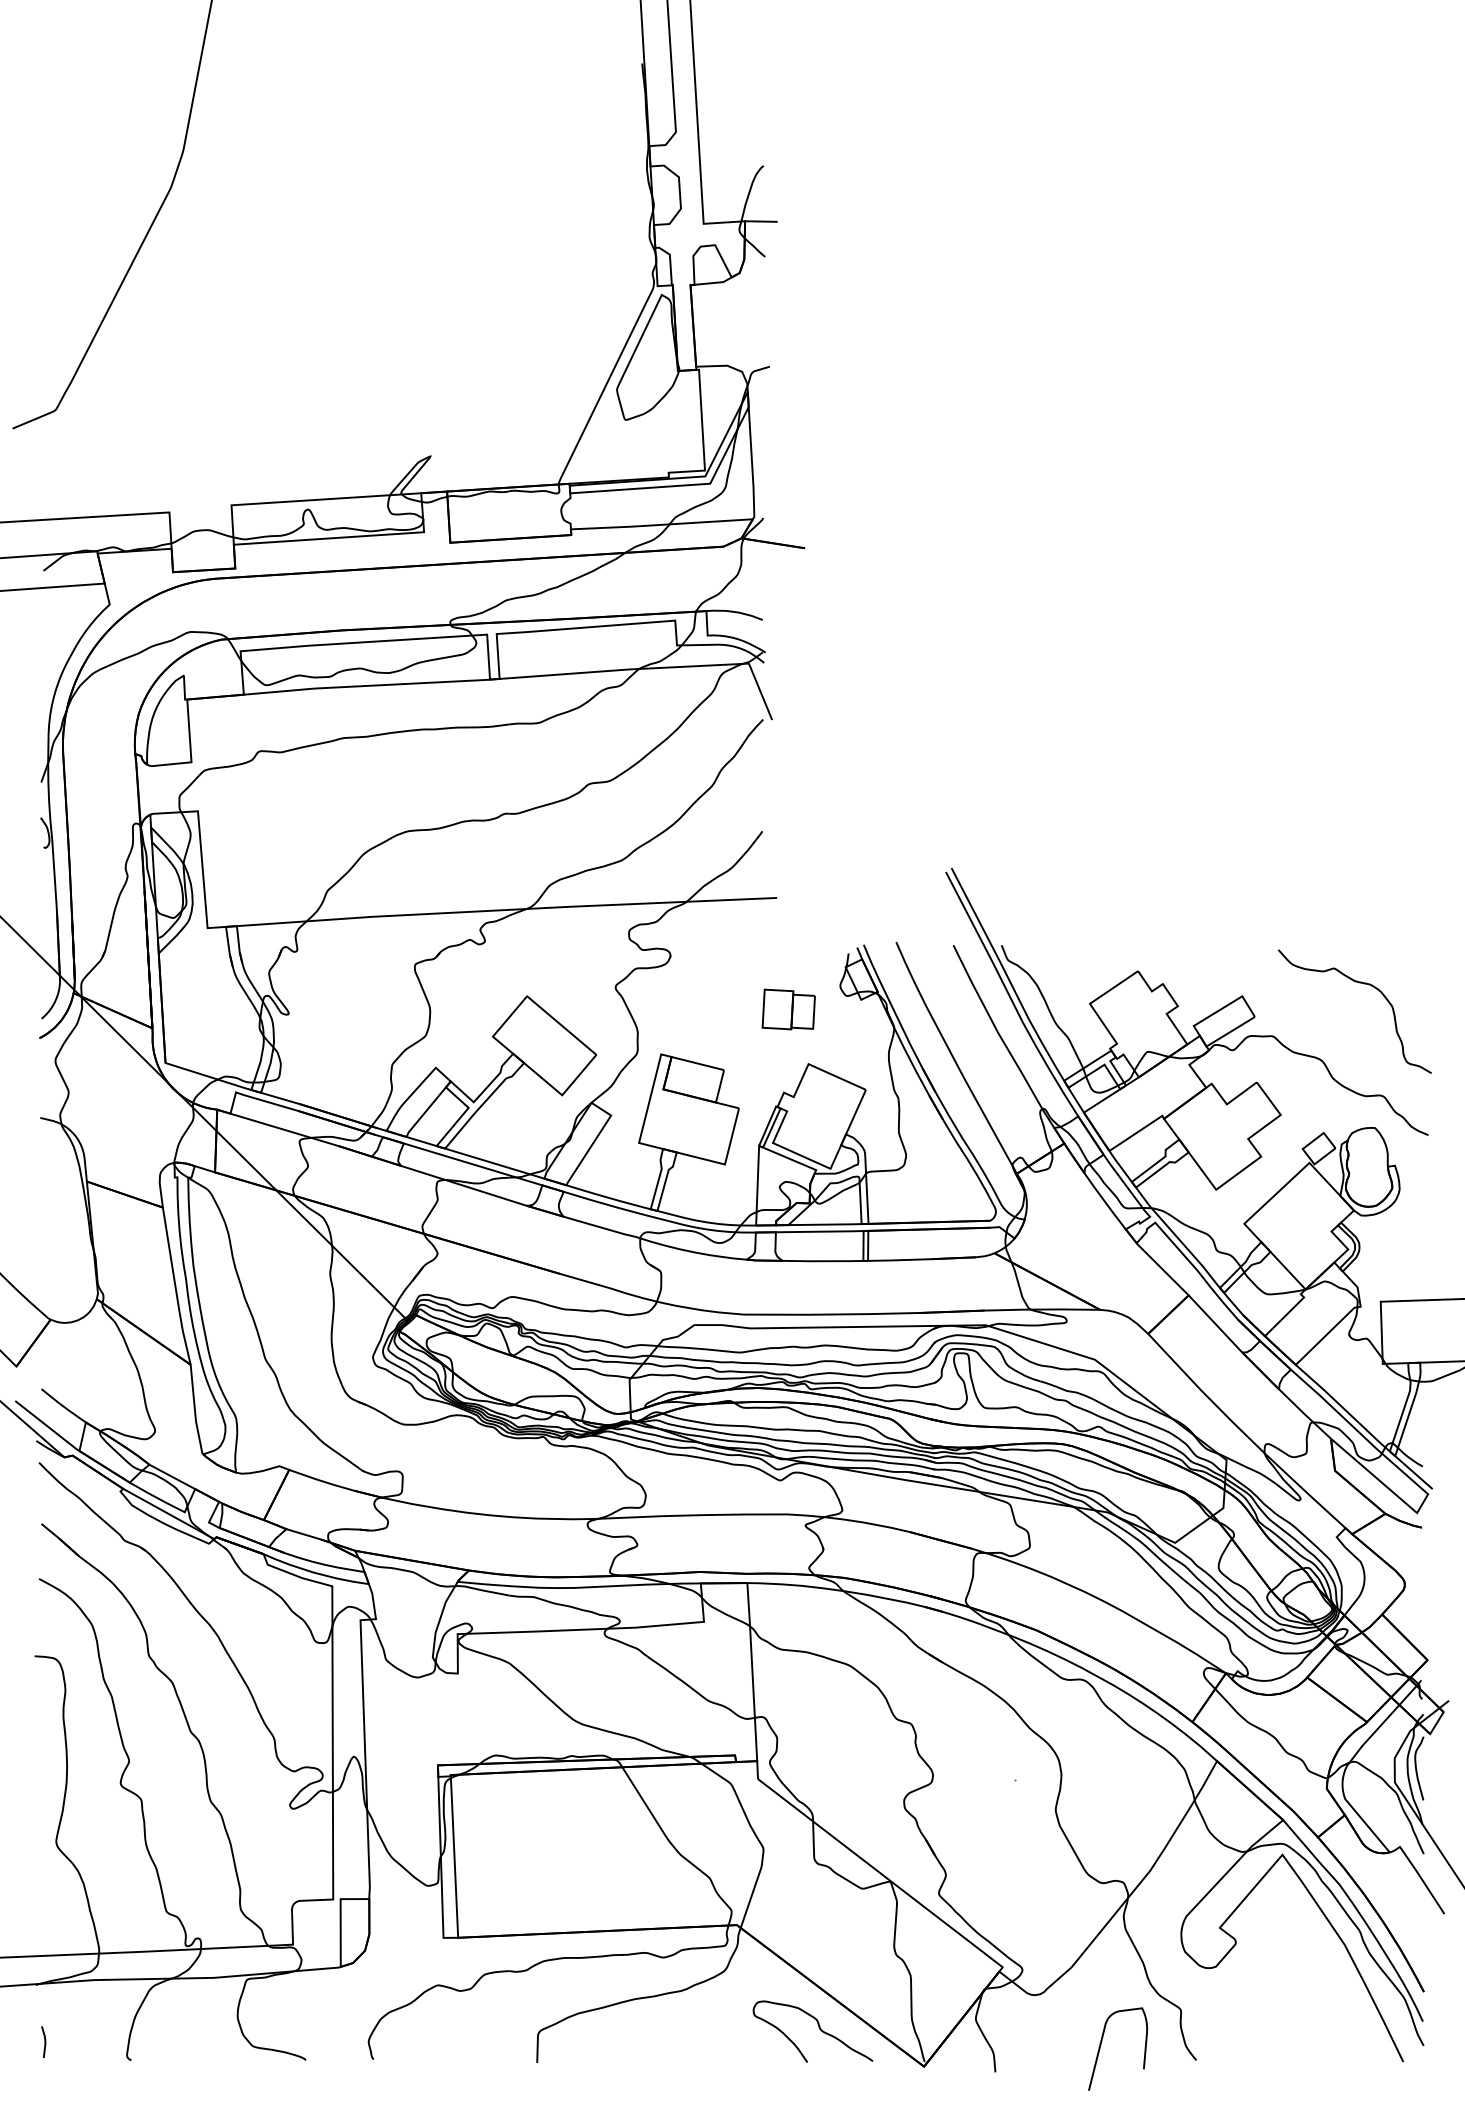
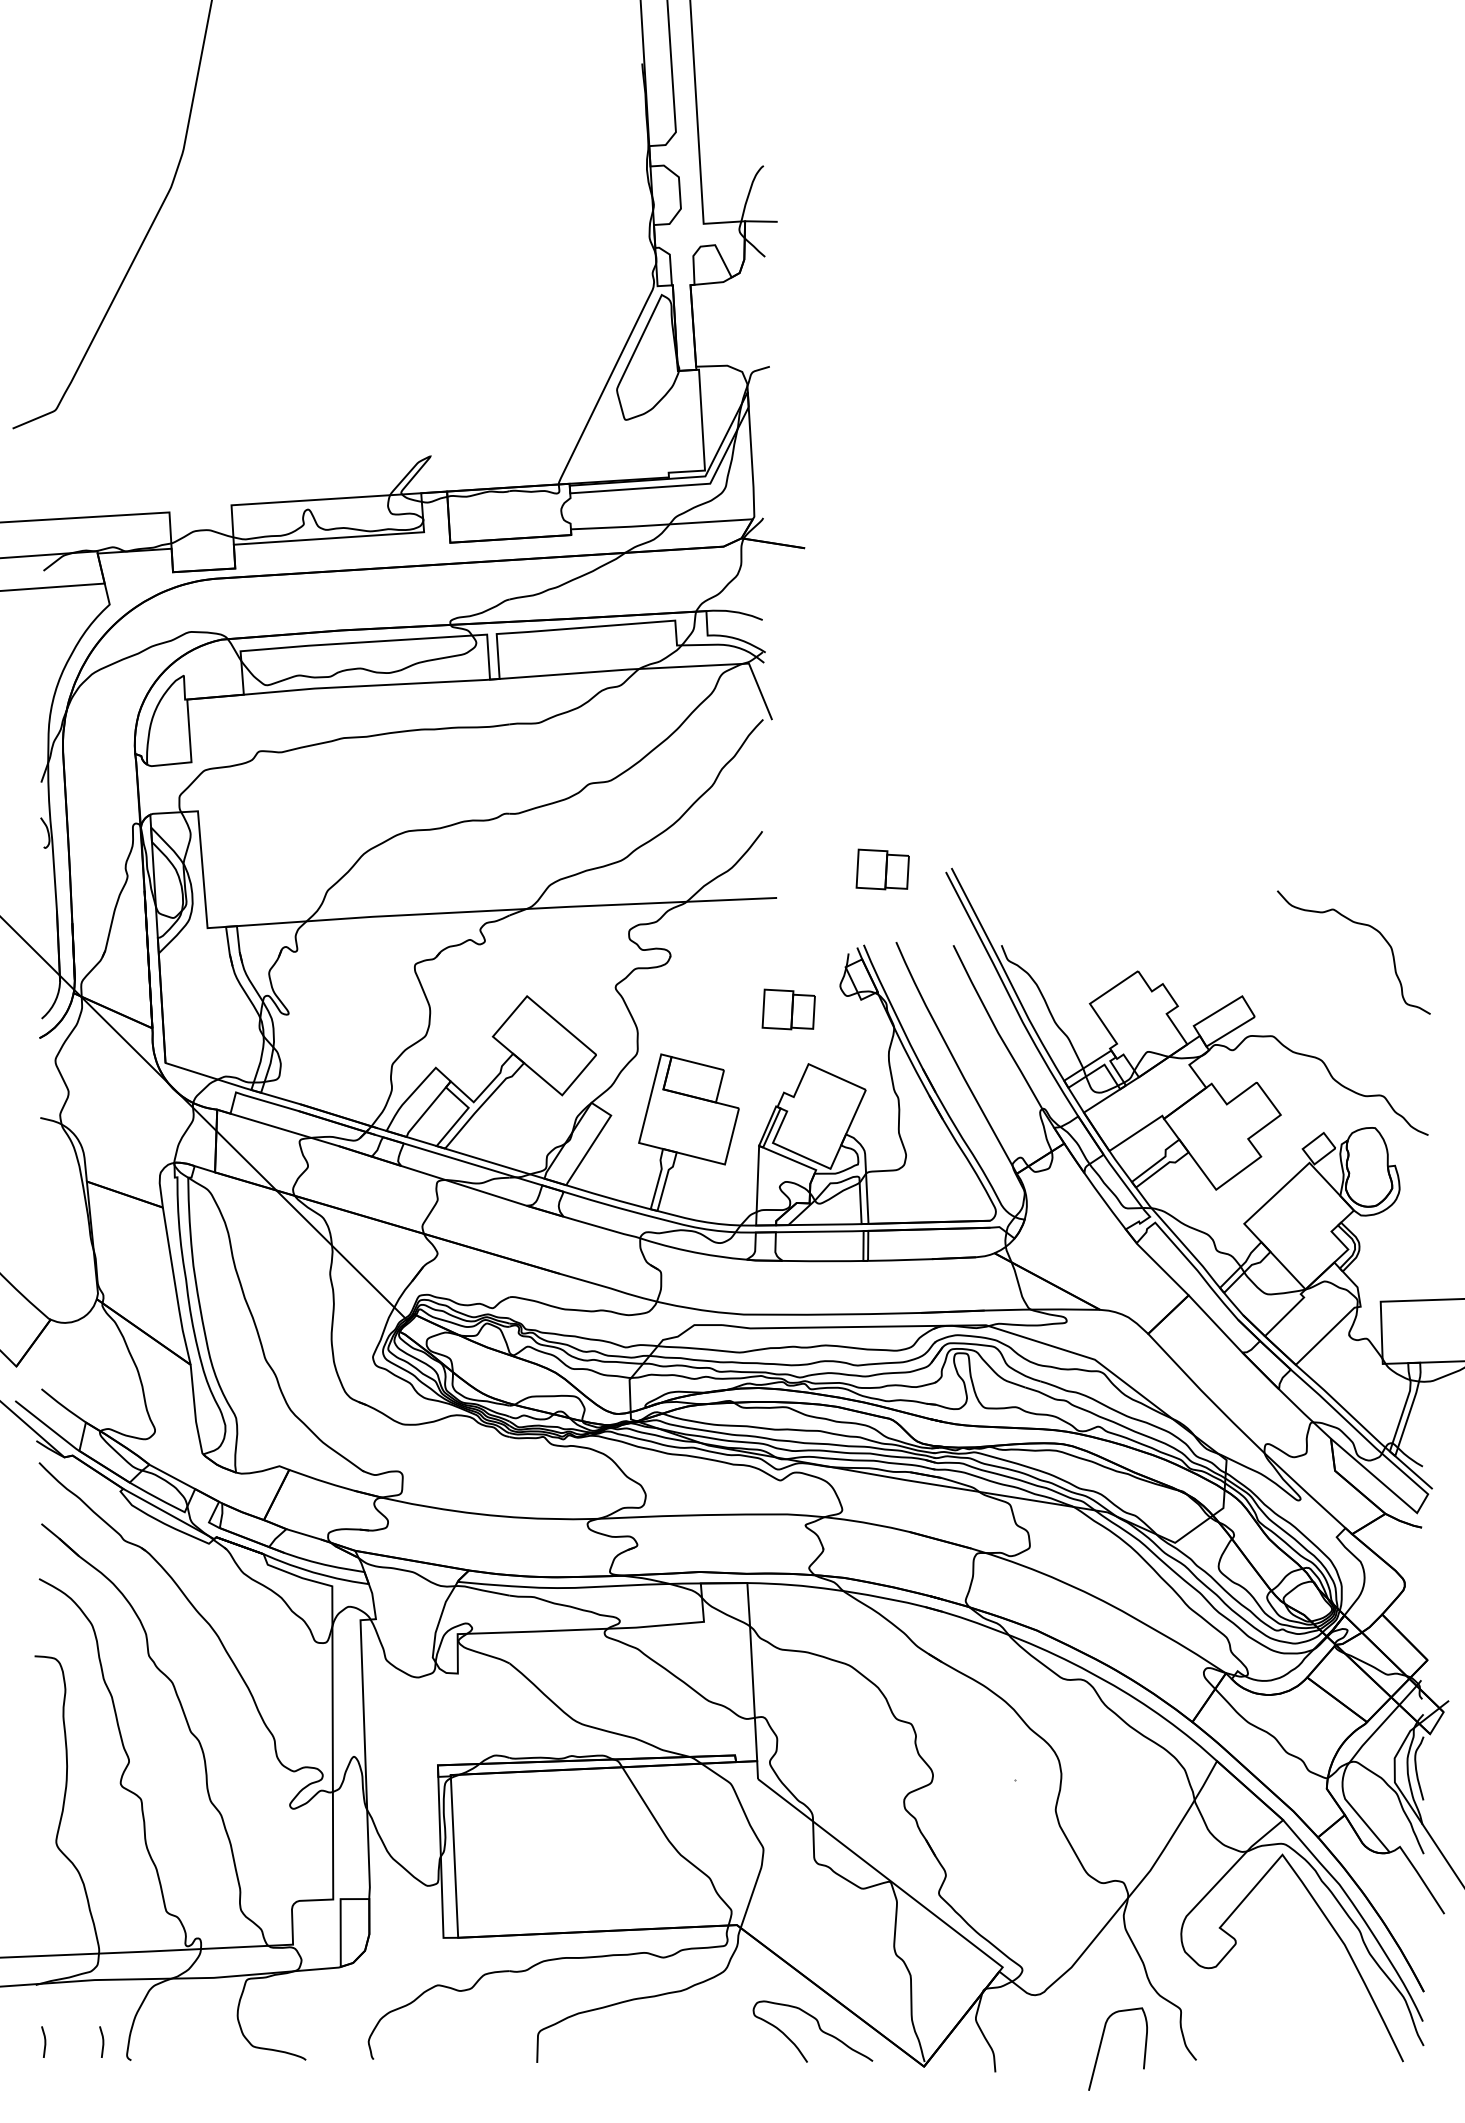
part at (882, 869): none -> present
curve at (1359, 983) position: (1359, 983) -> (1358, 924)
line at (102, 2041): none -> present
